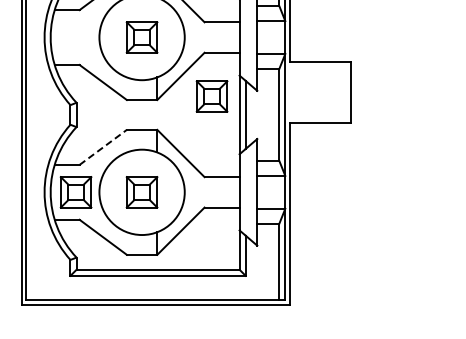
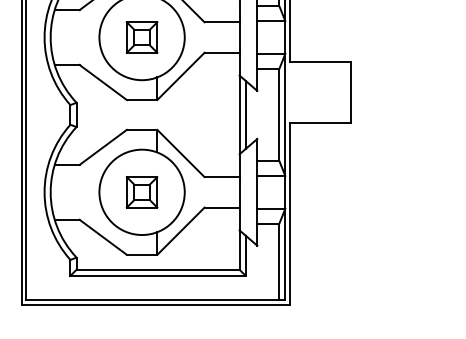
part at (211, 96): present -> none
line at (103, 147): dashed -> solid
part at (75, 192): present -> none
